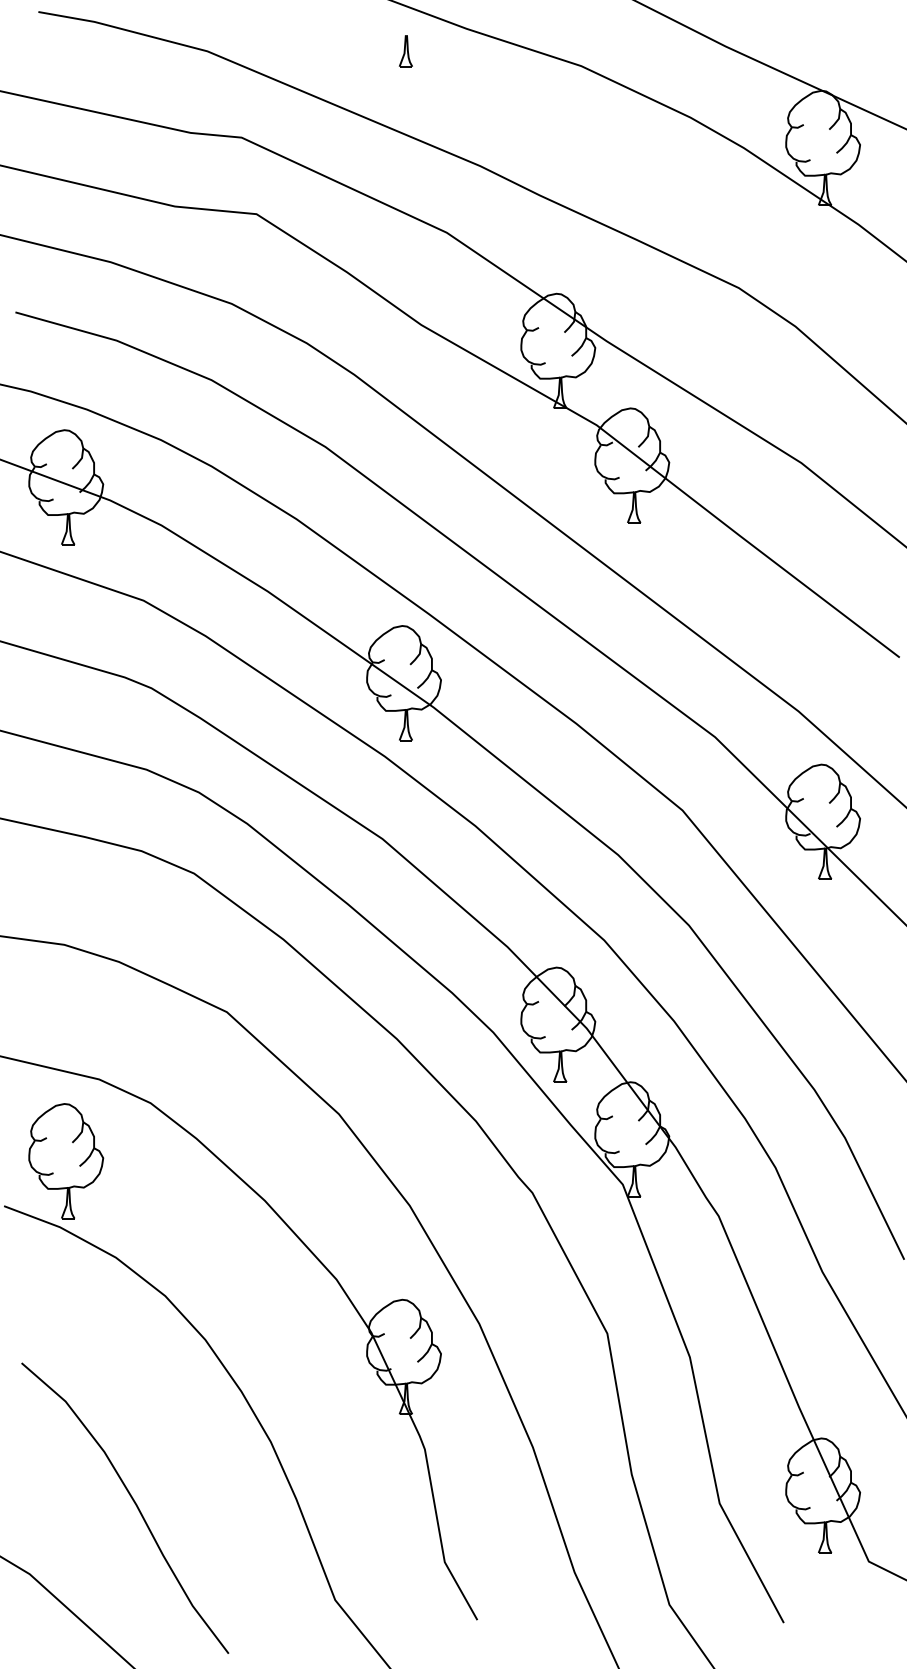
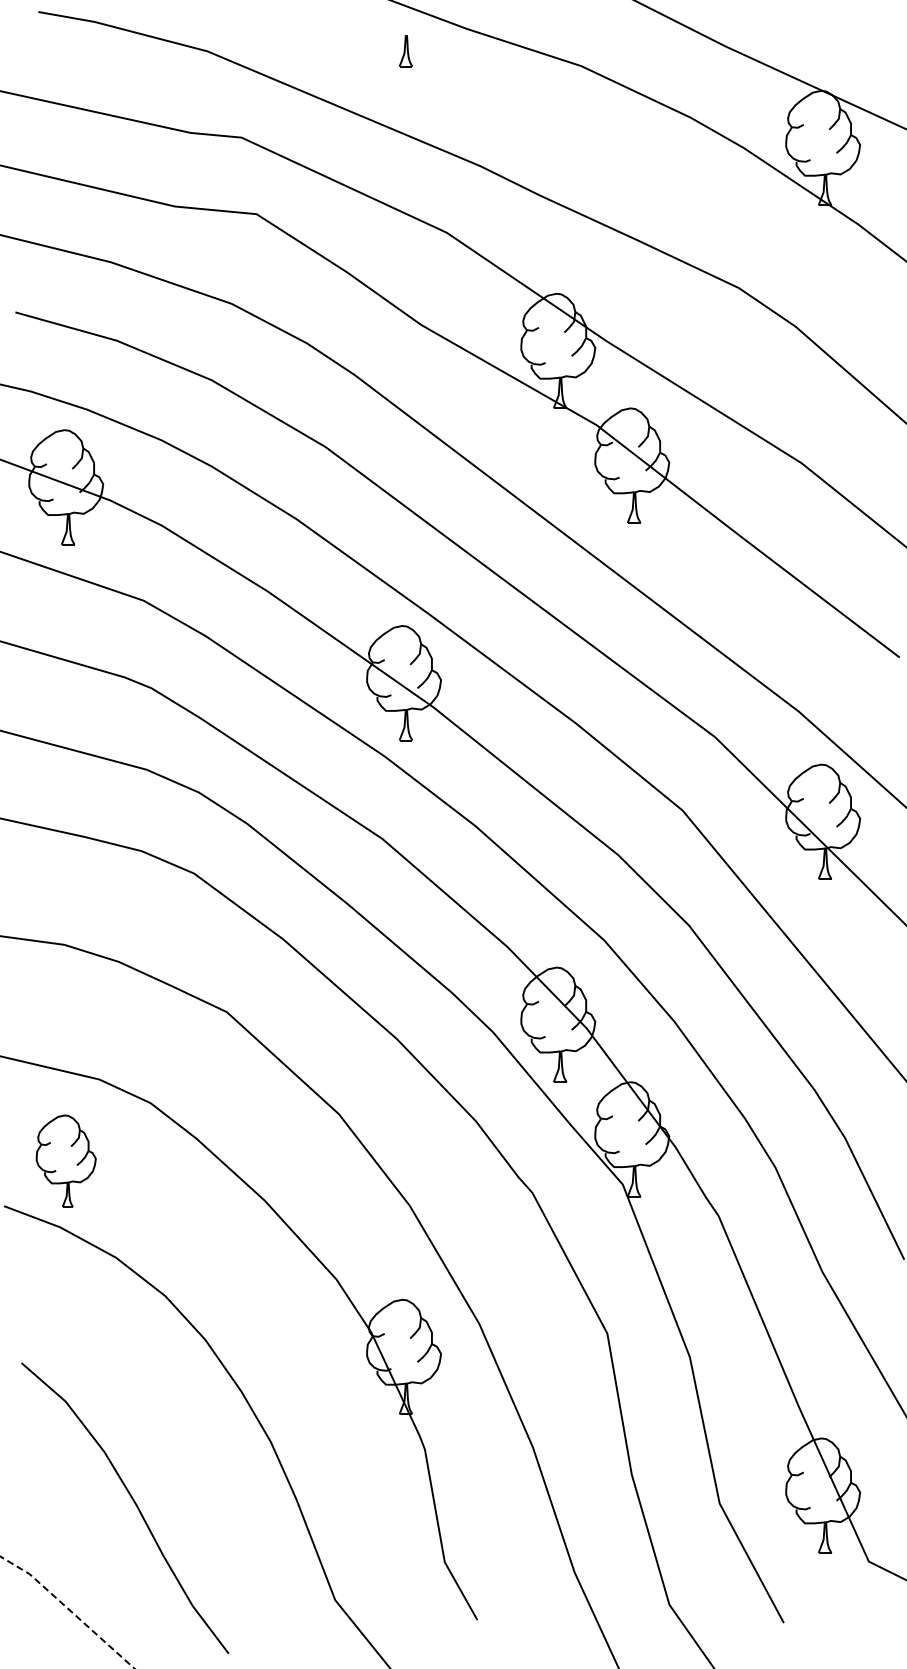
part at (66, 1161) size: 77x117 px -> 62x94 px
line at (69, 1609): solid -> dashed
